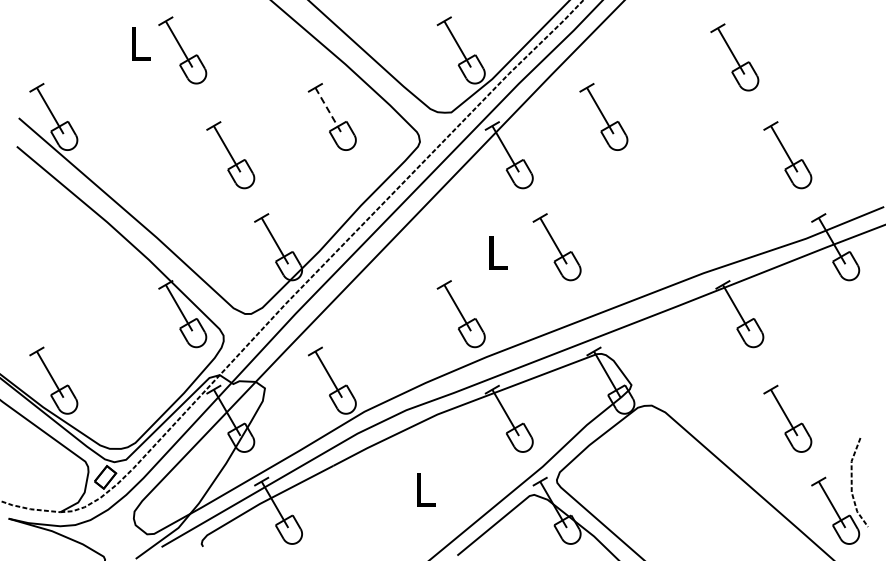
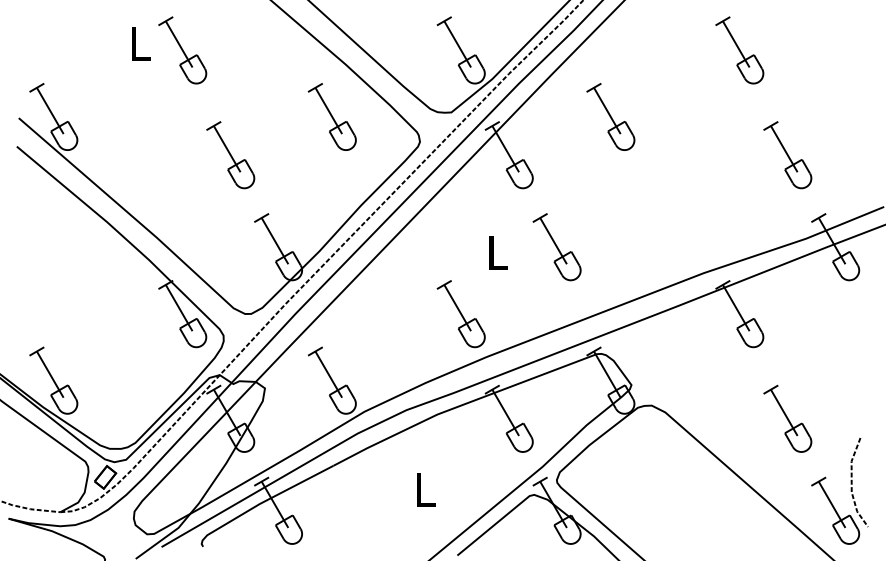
part at (734, 57) position: (734, 57) -> (739, 50)
line at (328, 110): dashed -> solid
part at (603, 116) position: (603, 116) -> (610, 116)
